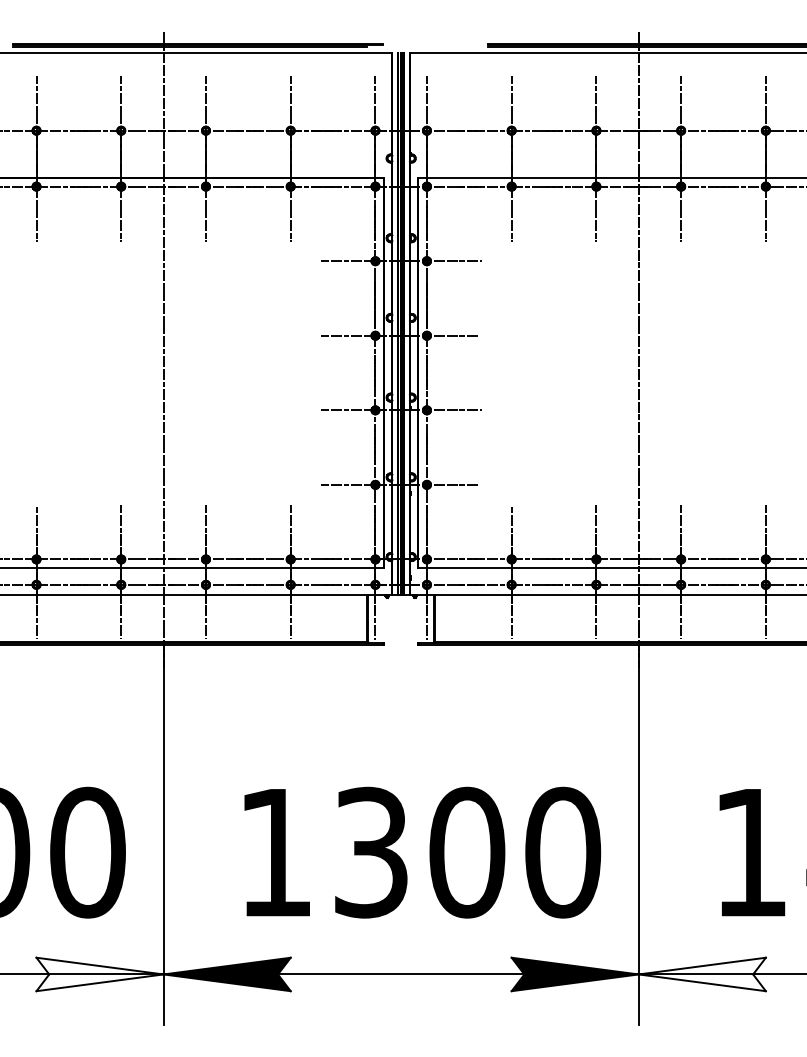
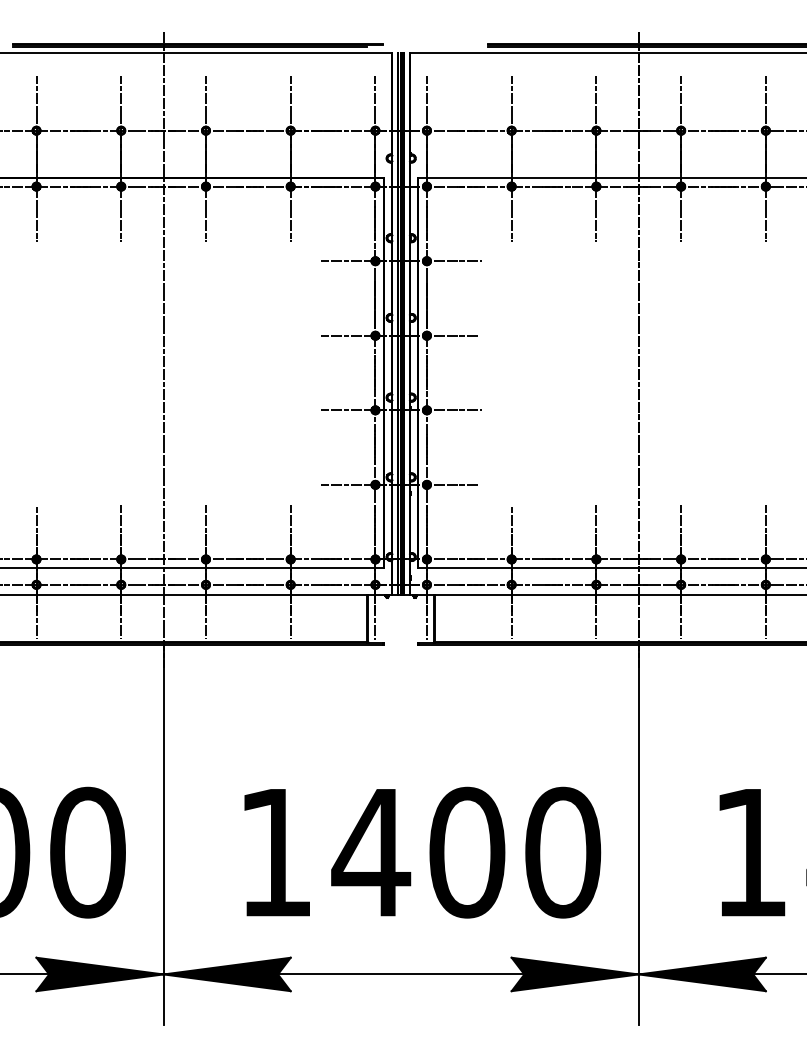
text at (371, 852): 1300 -> 1400
fill at (99, 974): none -> present
fill at (701, 974): none -> present
